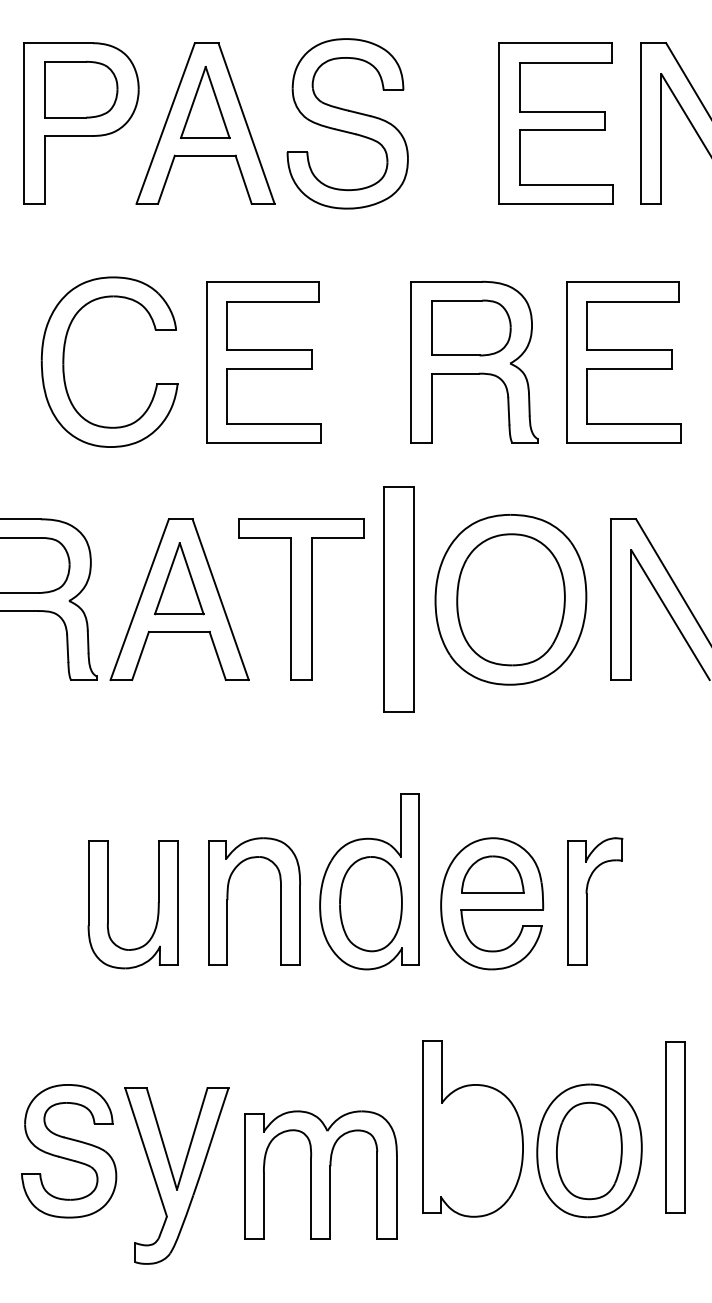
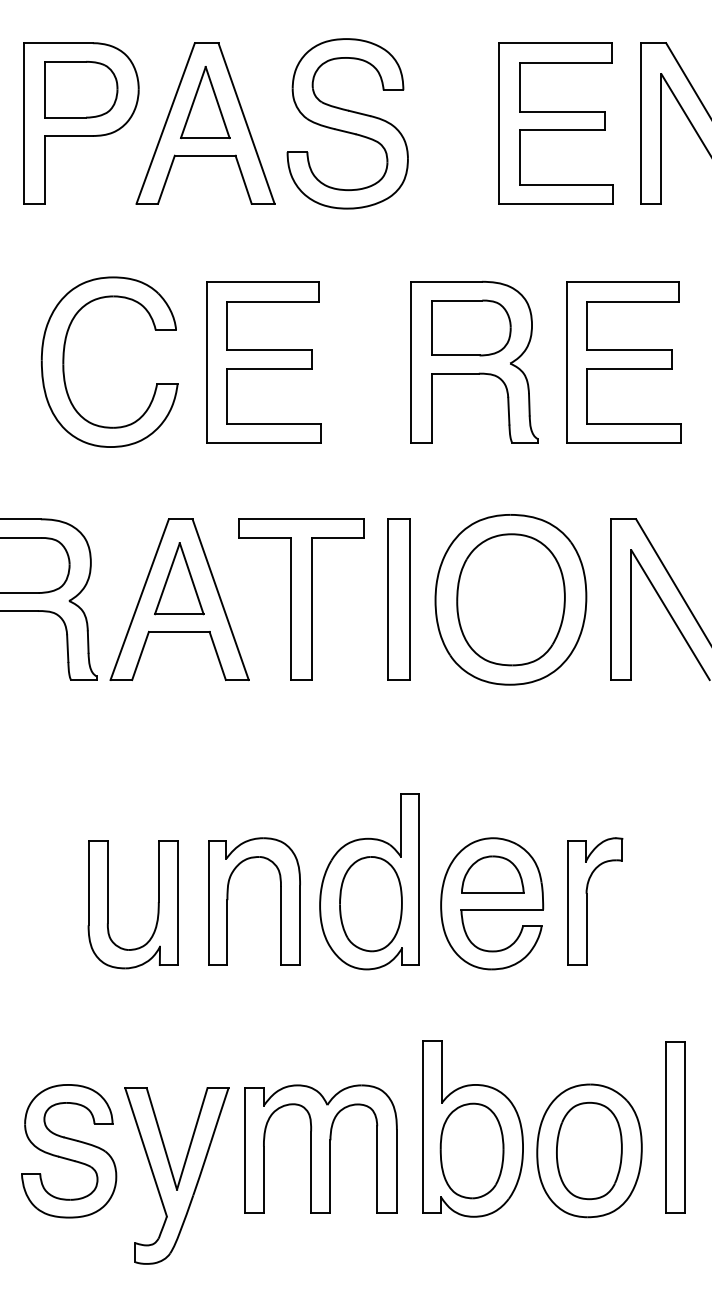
part at (398, 599) size: 32x227 px -> 24x163 px
part at (471, 1150): none -> present
part at (320, 1174) position: (320, 1174) -> (320, 1148)
